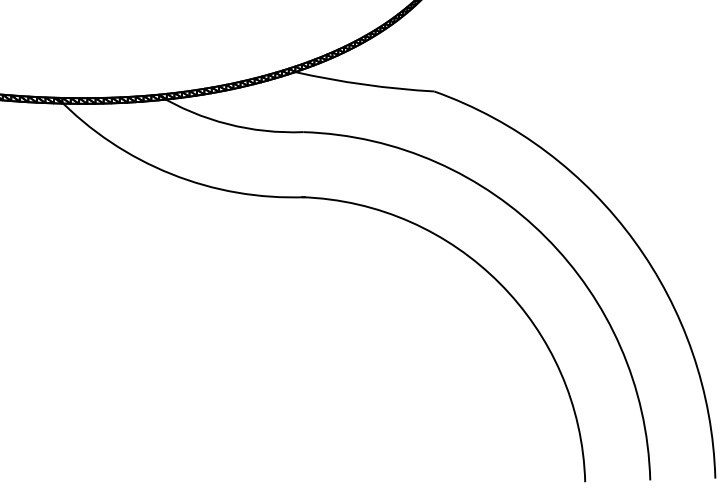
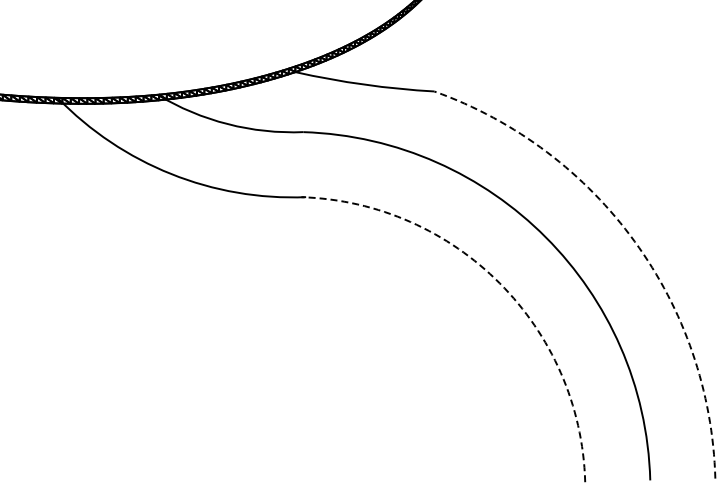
arc at (634, 241): solid -> dashed
arc at (499, 283): solid -> dashed
